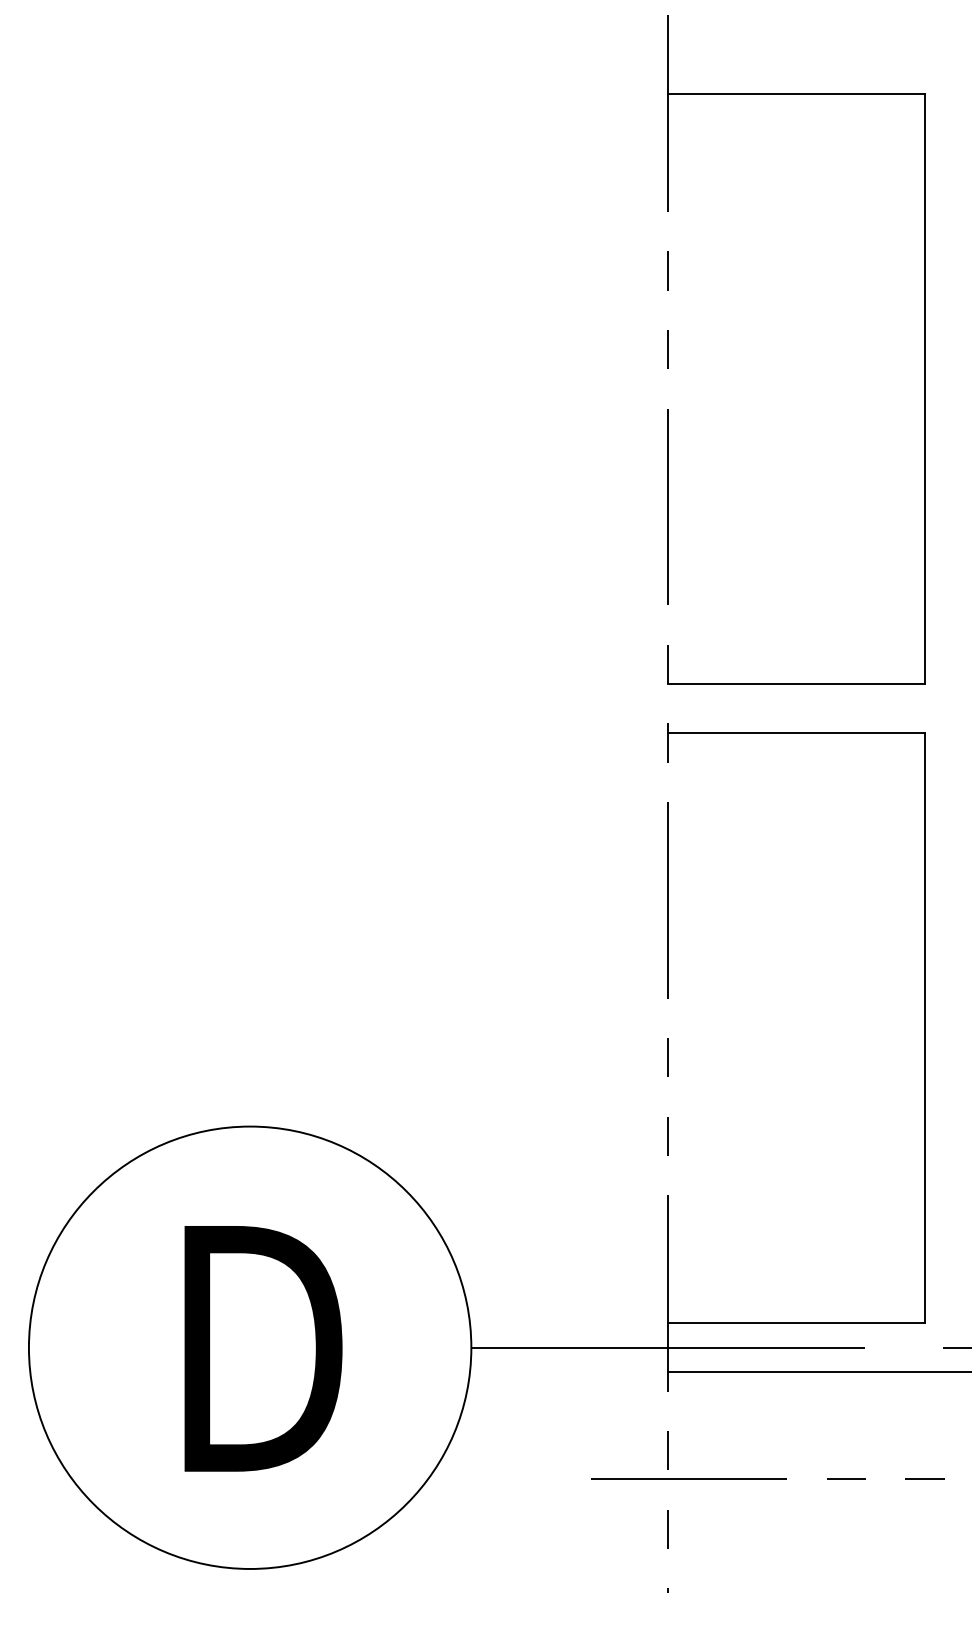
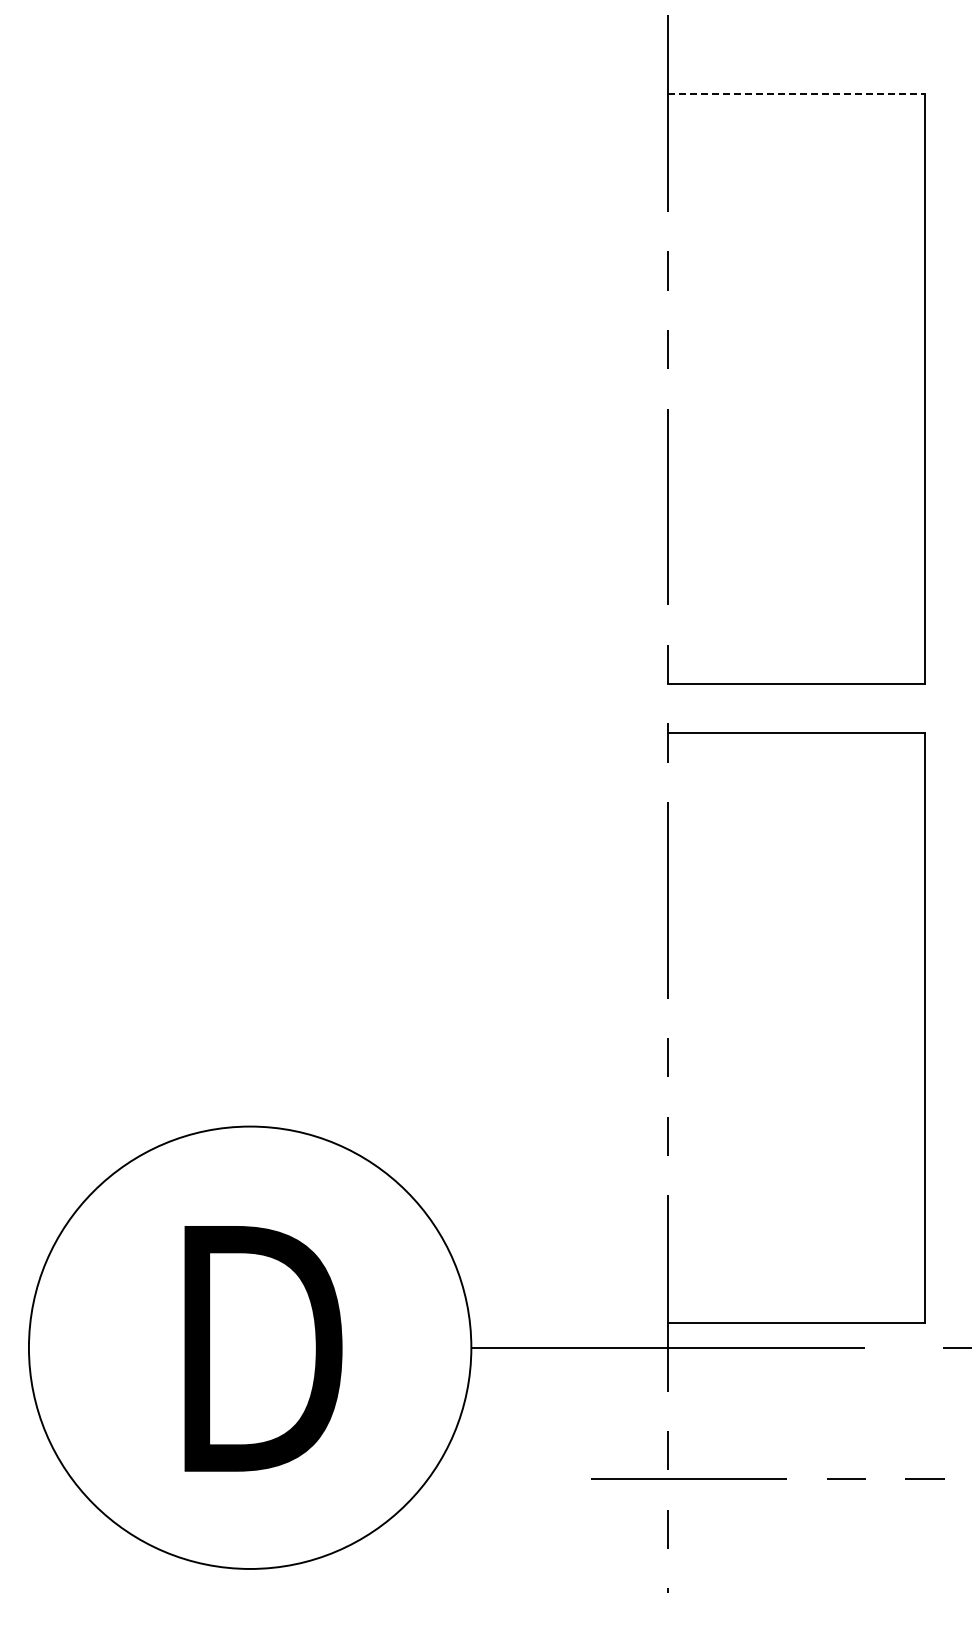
line at (796, 94): solid -> dashed
line at (817, 1372): present -> none
